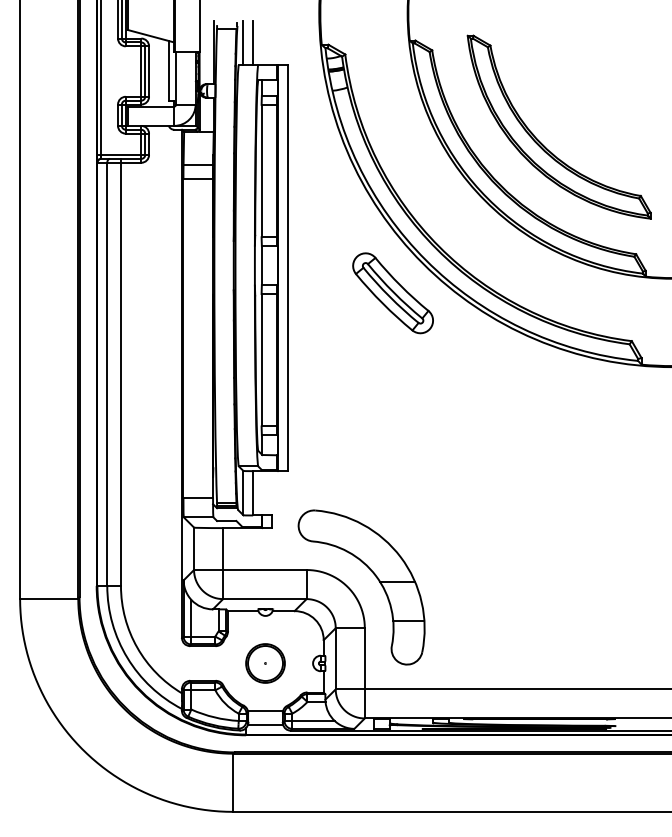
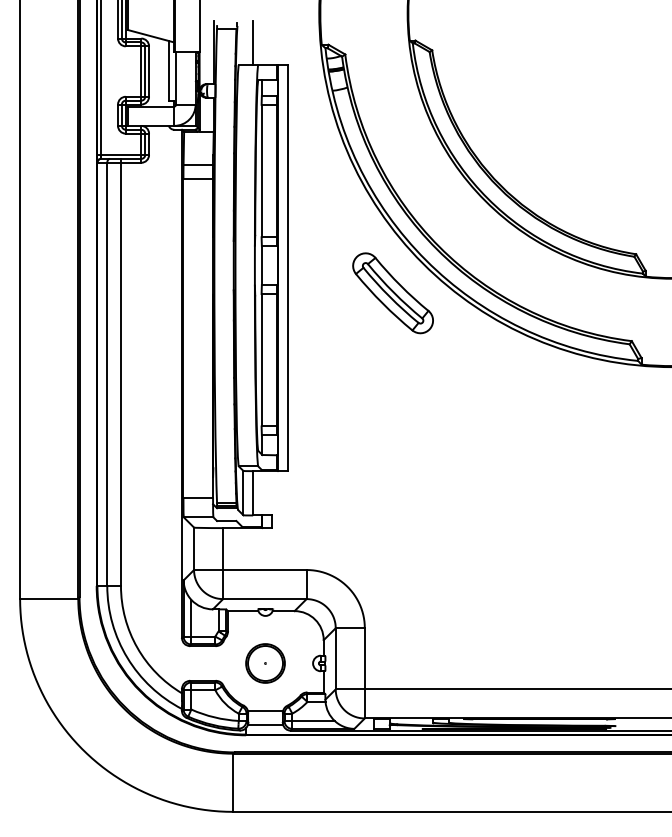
line at (243, 42): present -> none
part at (541, 142): present -> none
part at (375, 577): present -> none
